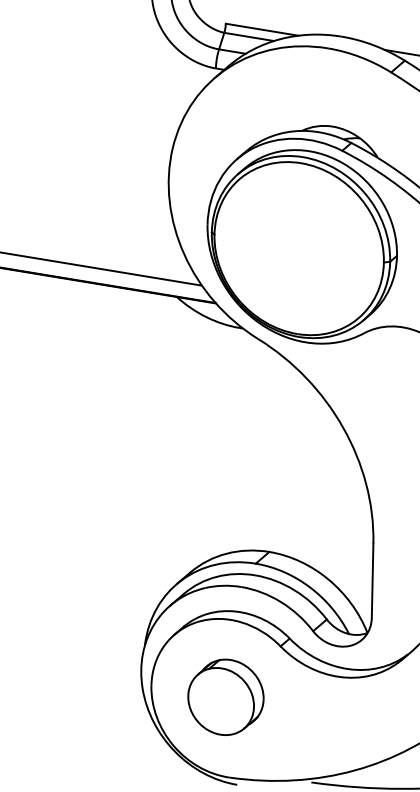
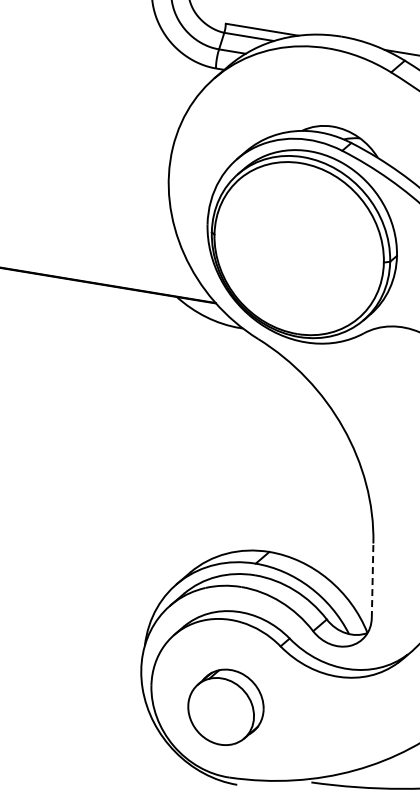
line at (101, 268): present -> none
line at (372, 580): solid -> dashed
part at (225, 696) position: (225, 696) -> (225, 706)
